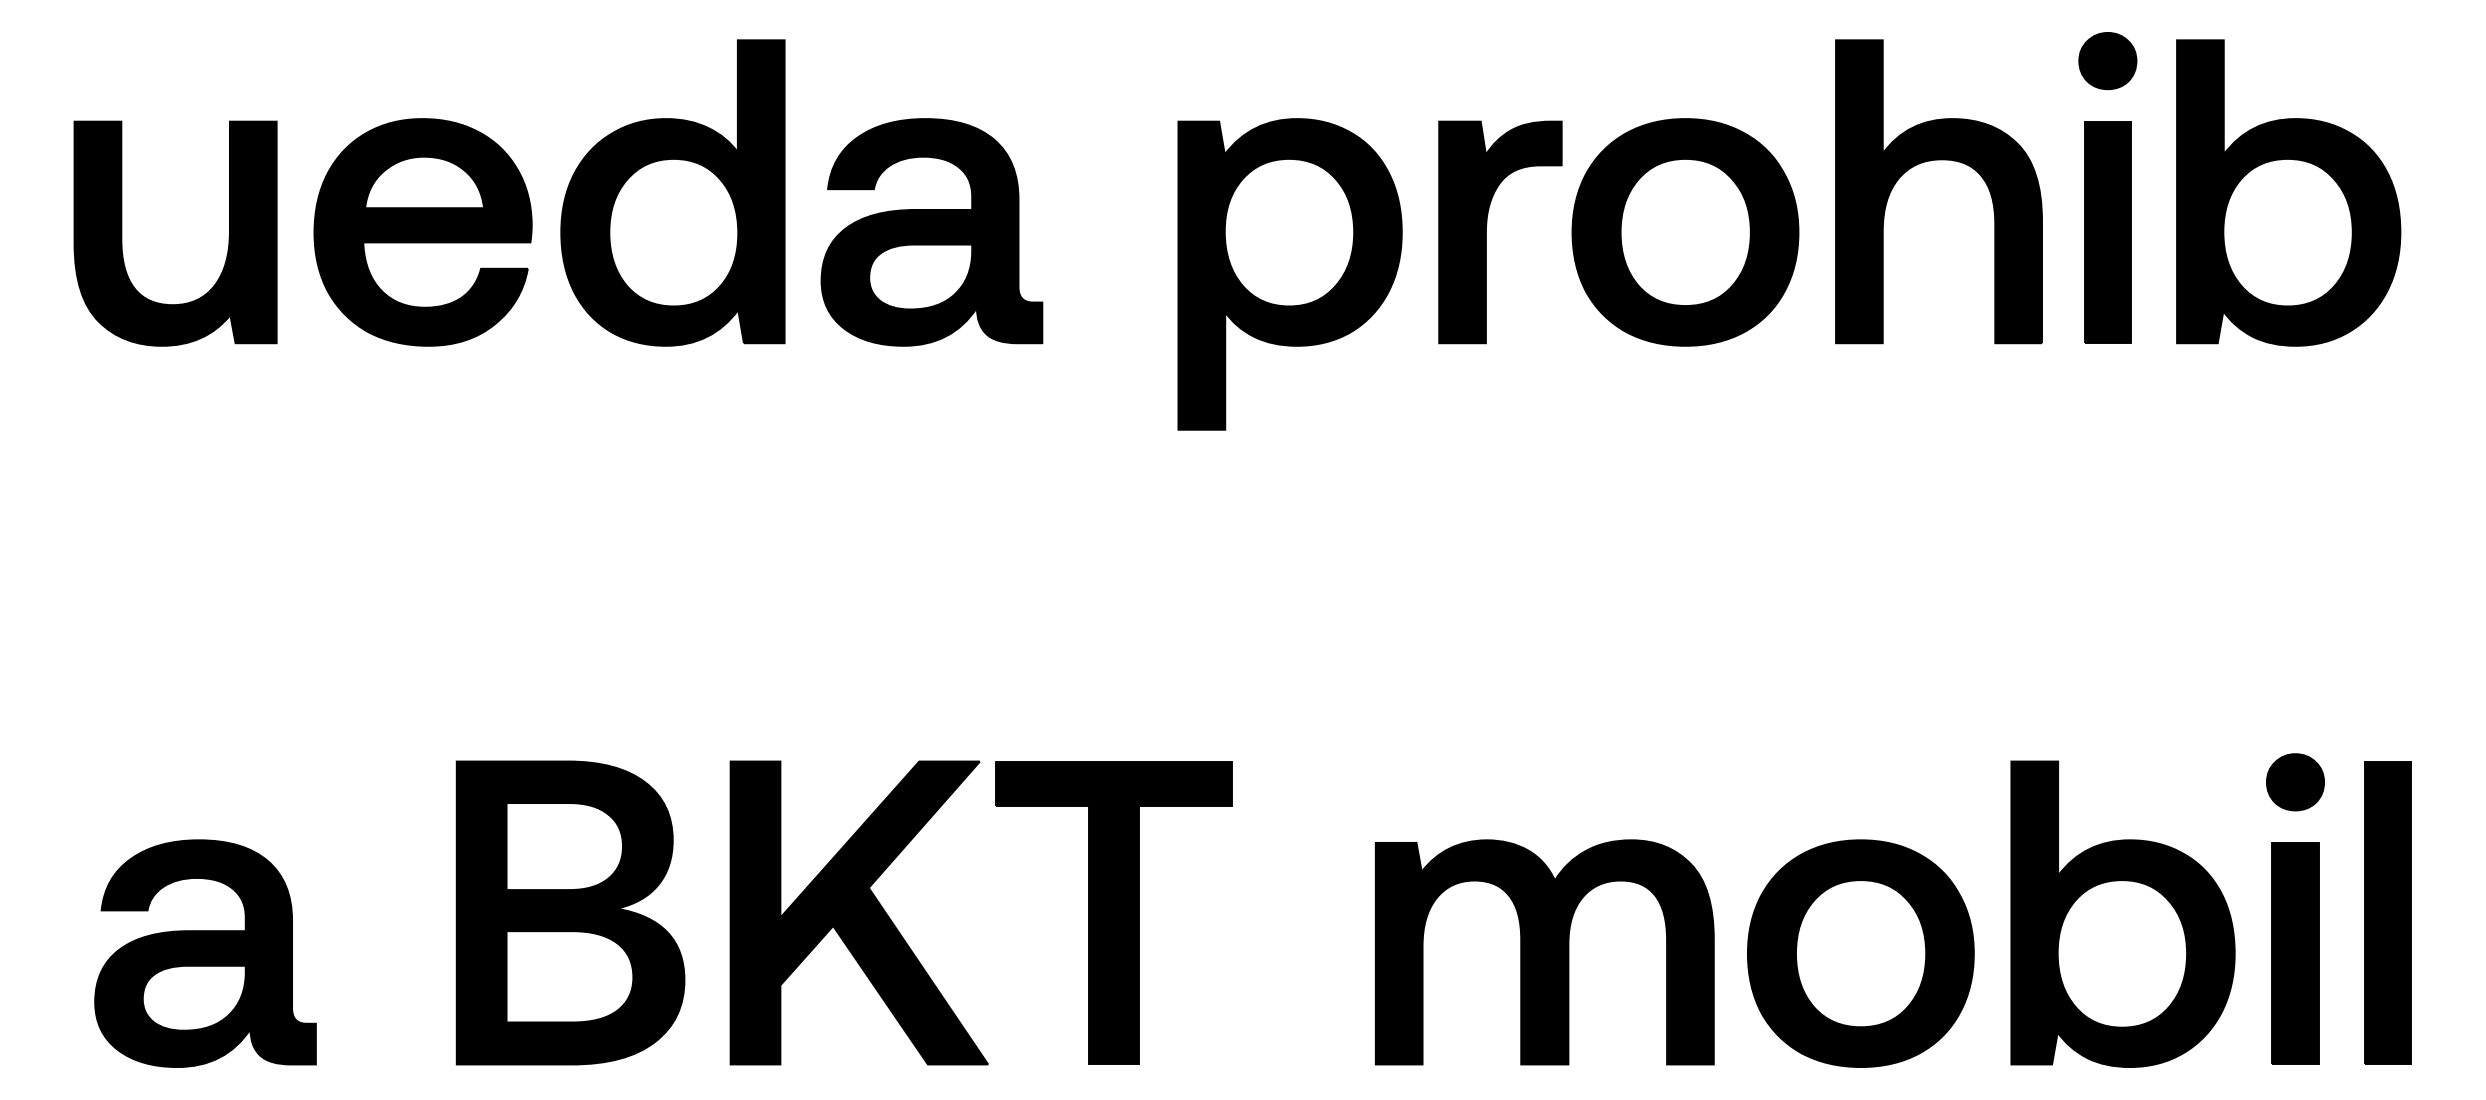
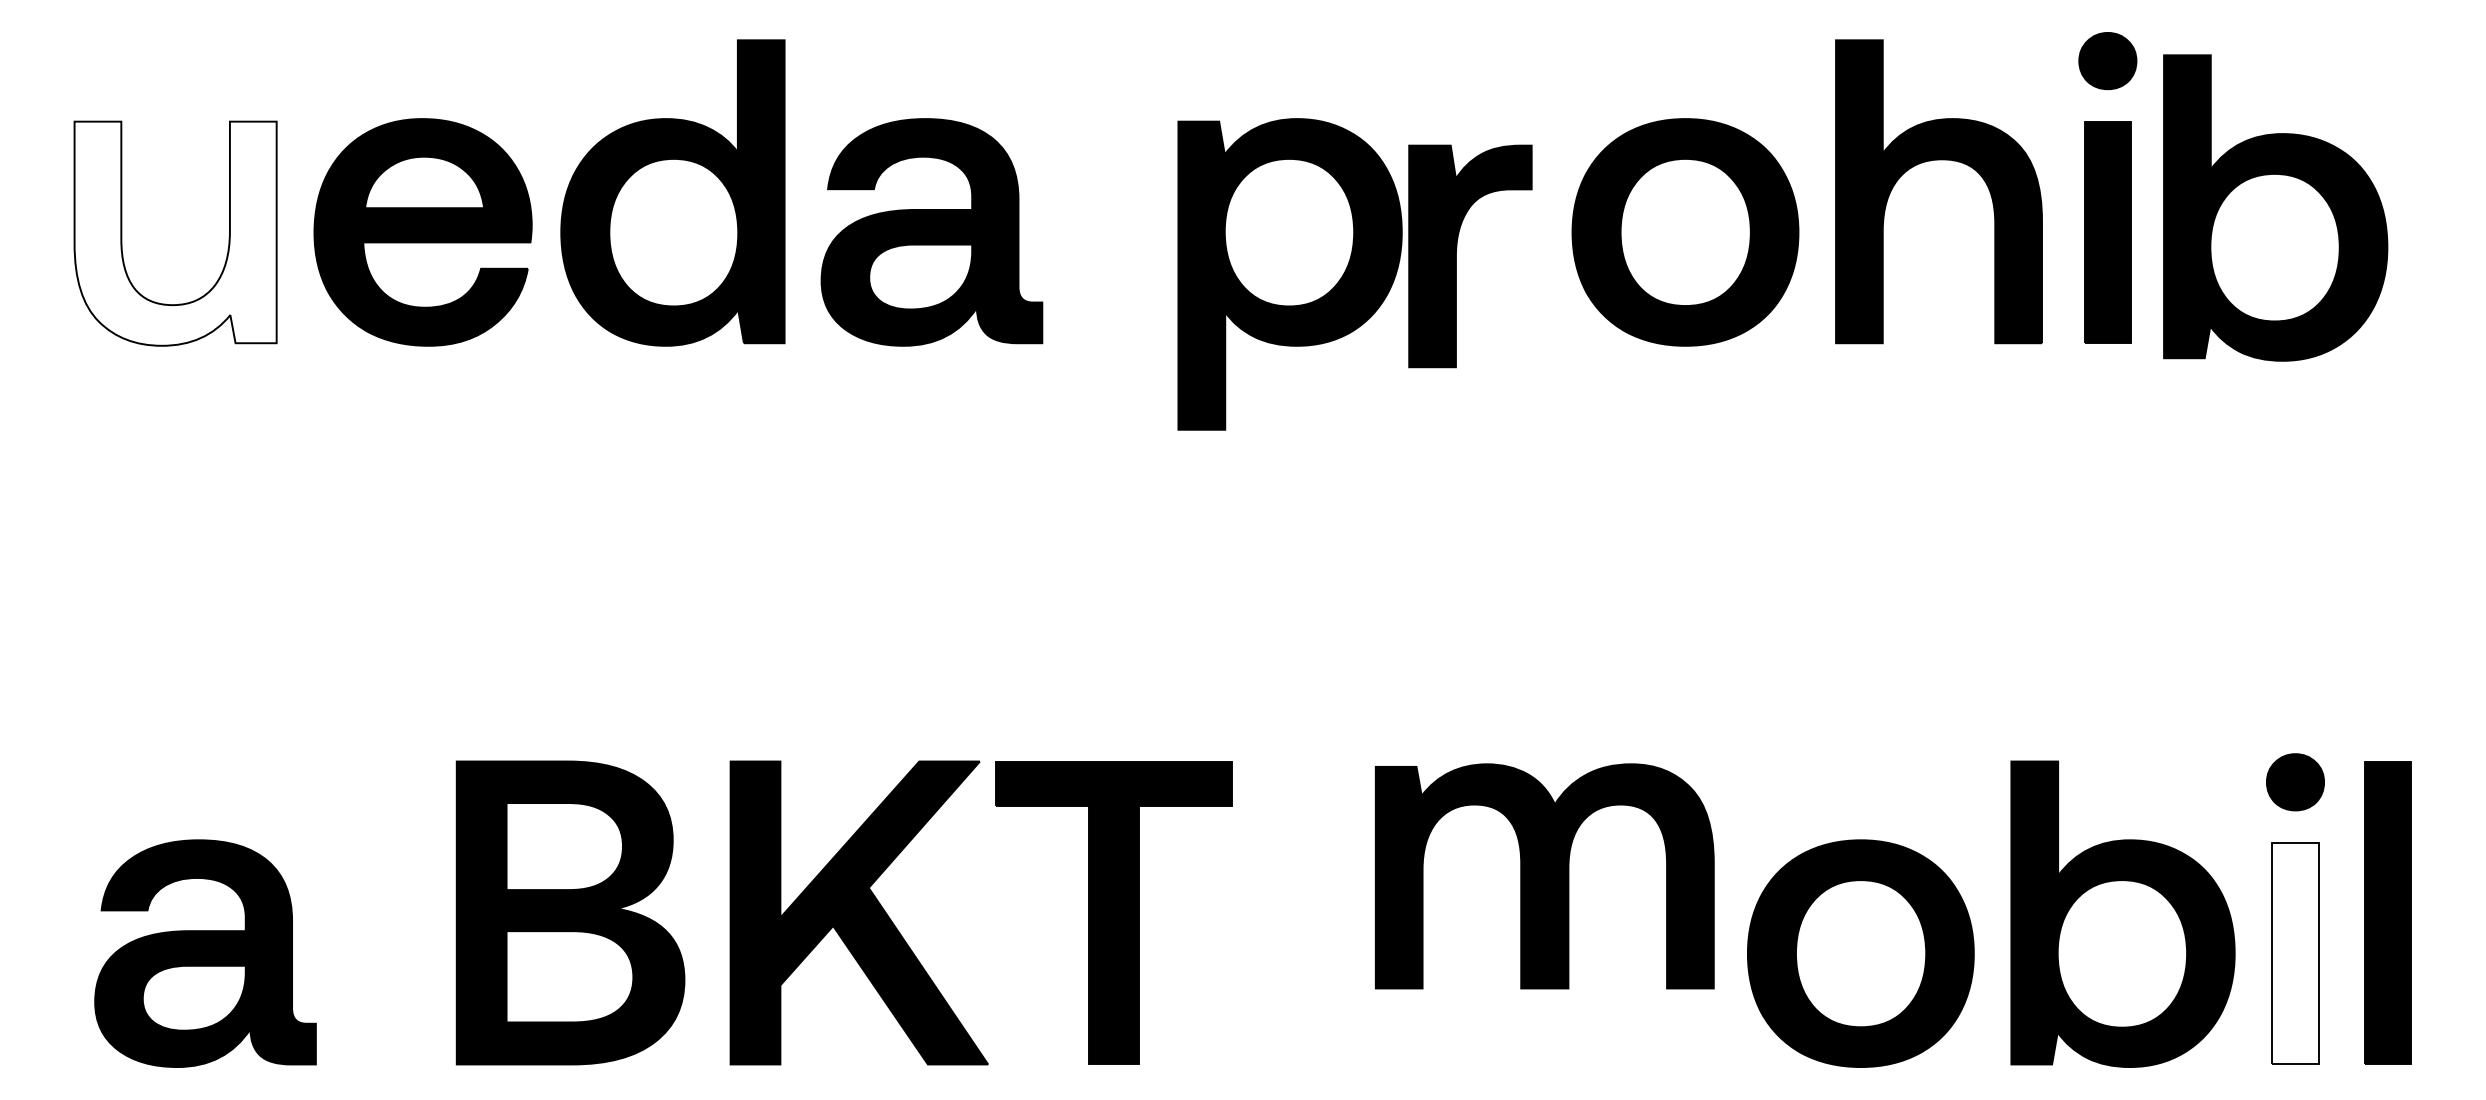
part at (2288, 192) position: (2288, 192) -> (2275, 207)
part at (1486, 232) position: (1486, 232) -> (1456, 256)
fill at (175, 233): present -> none
part at (1544, 952) position: (1544, 952) -> (1544, 876)
fill at (2295, 953): present -> none
